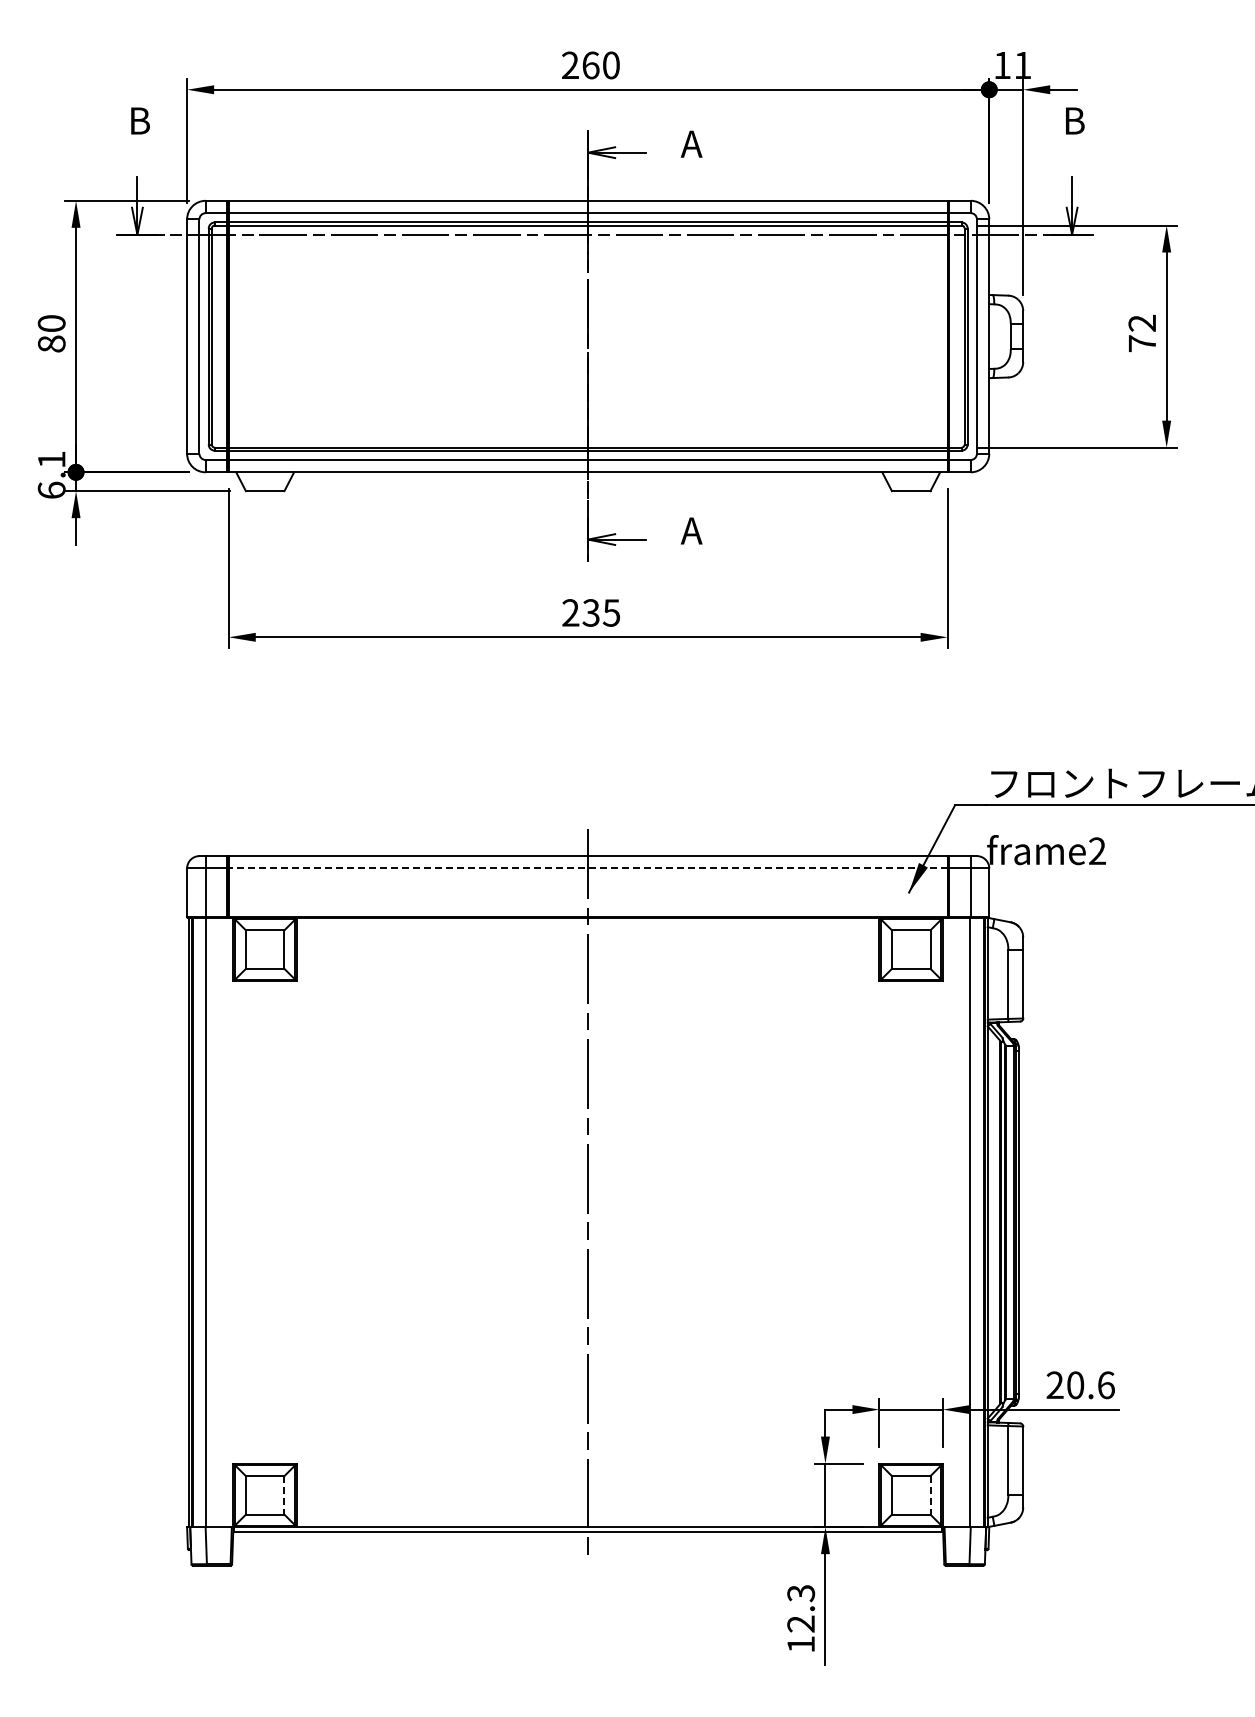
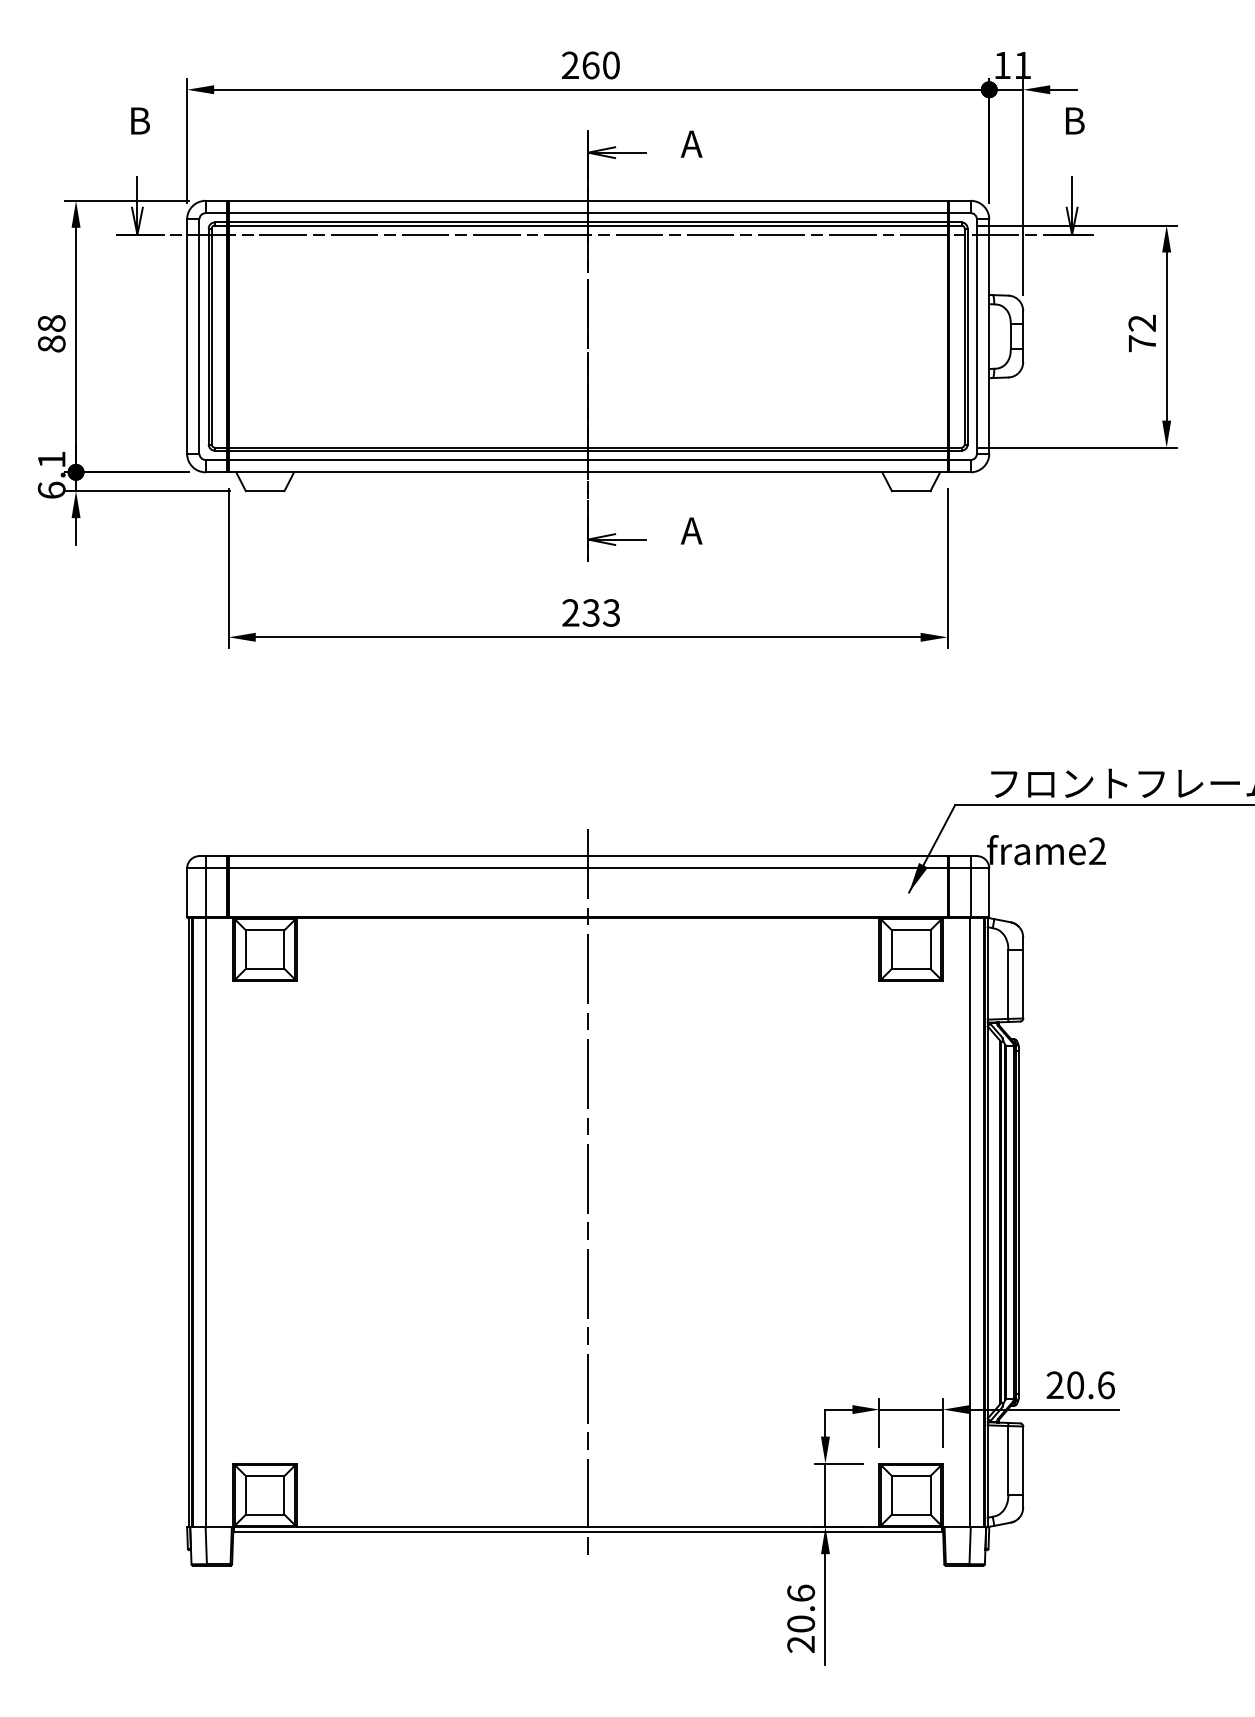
text at (51, 323): 80 -> 88
text at (611, 612): 235 -> 233
line at (587, 868): dashed -> solid
line at (284, 1495): dashed -> solid
line at (930, 1495): dashed -> solid
text at (801, 1618): 12.3 -> 20.6
